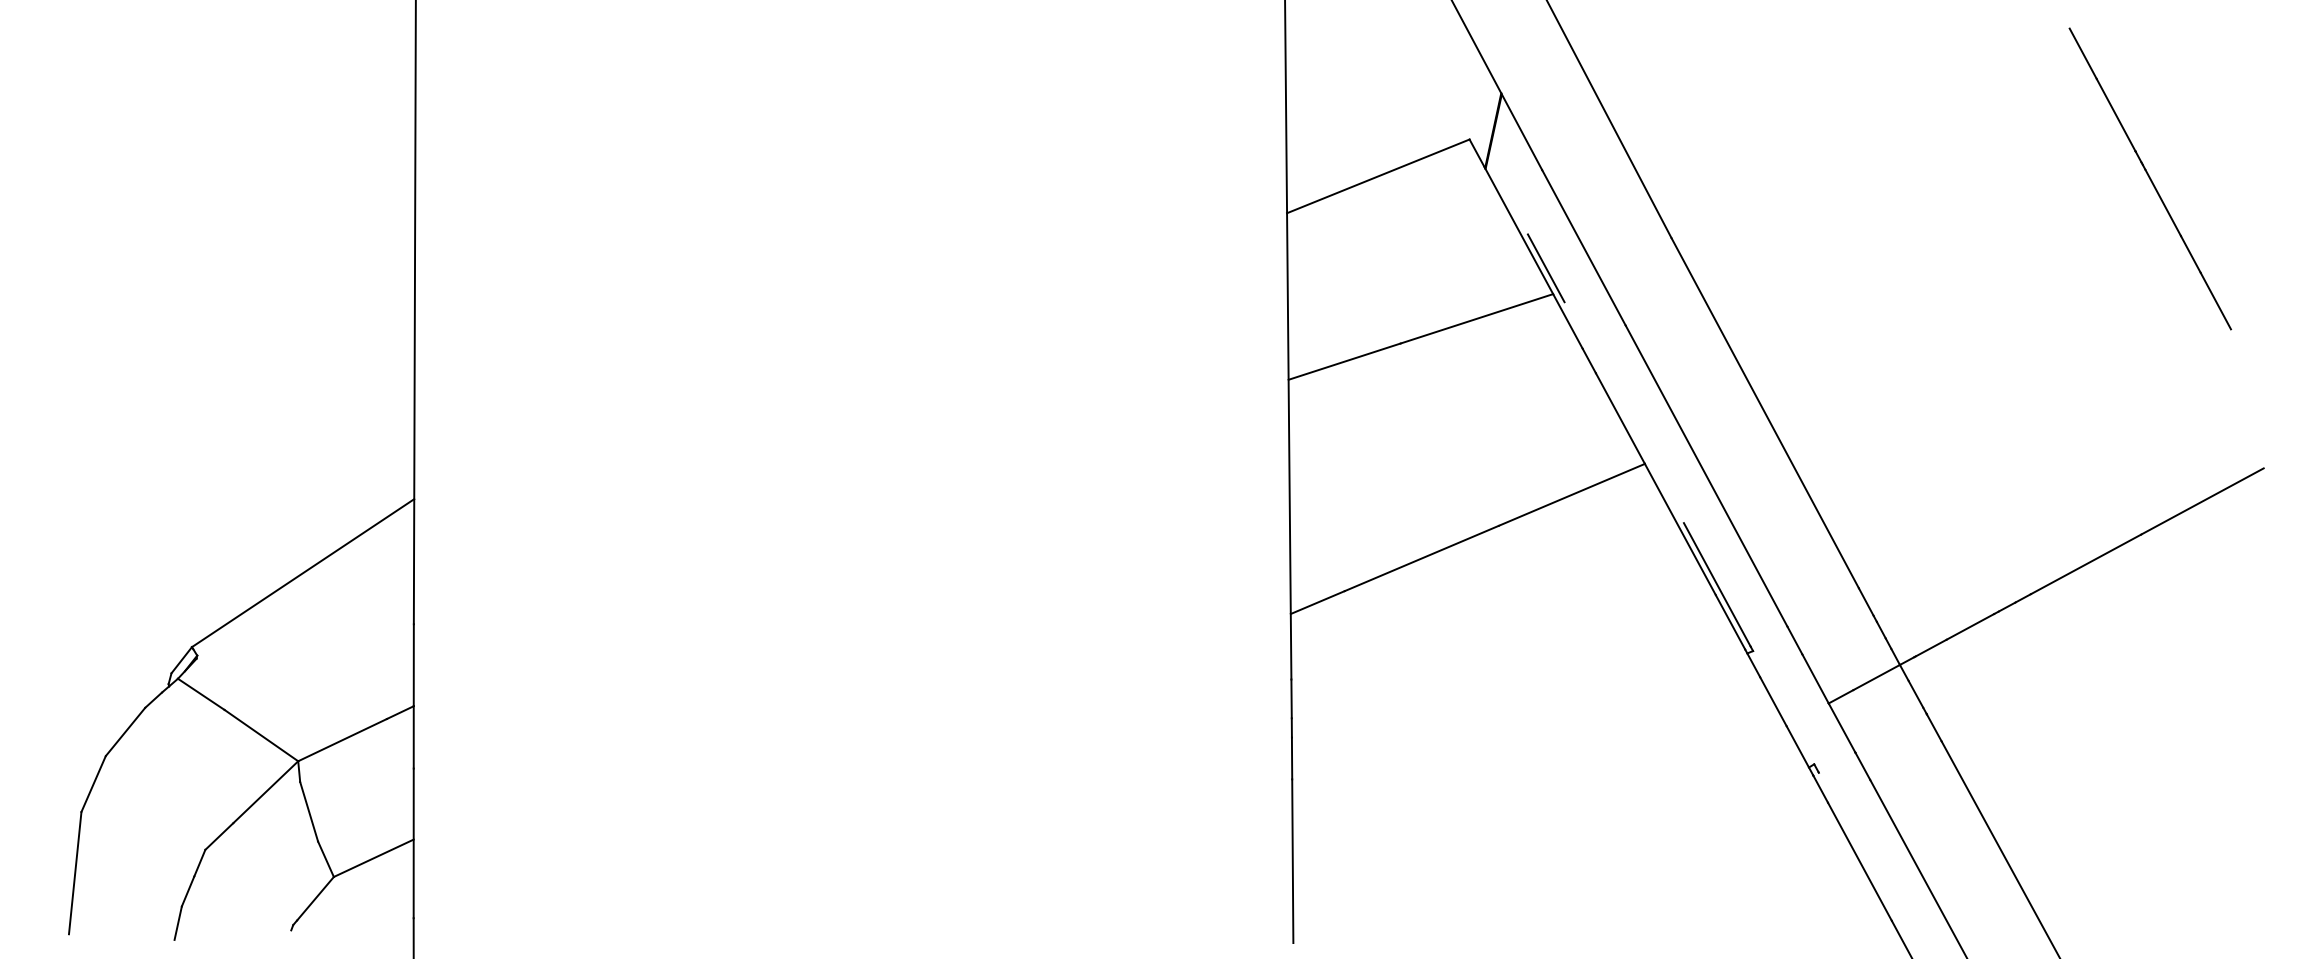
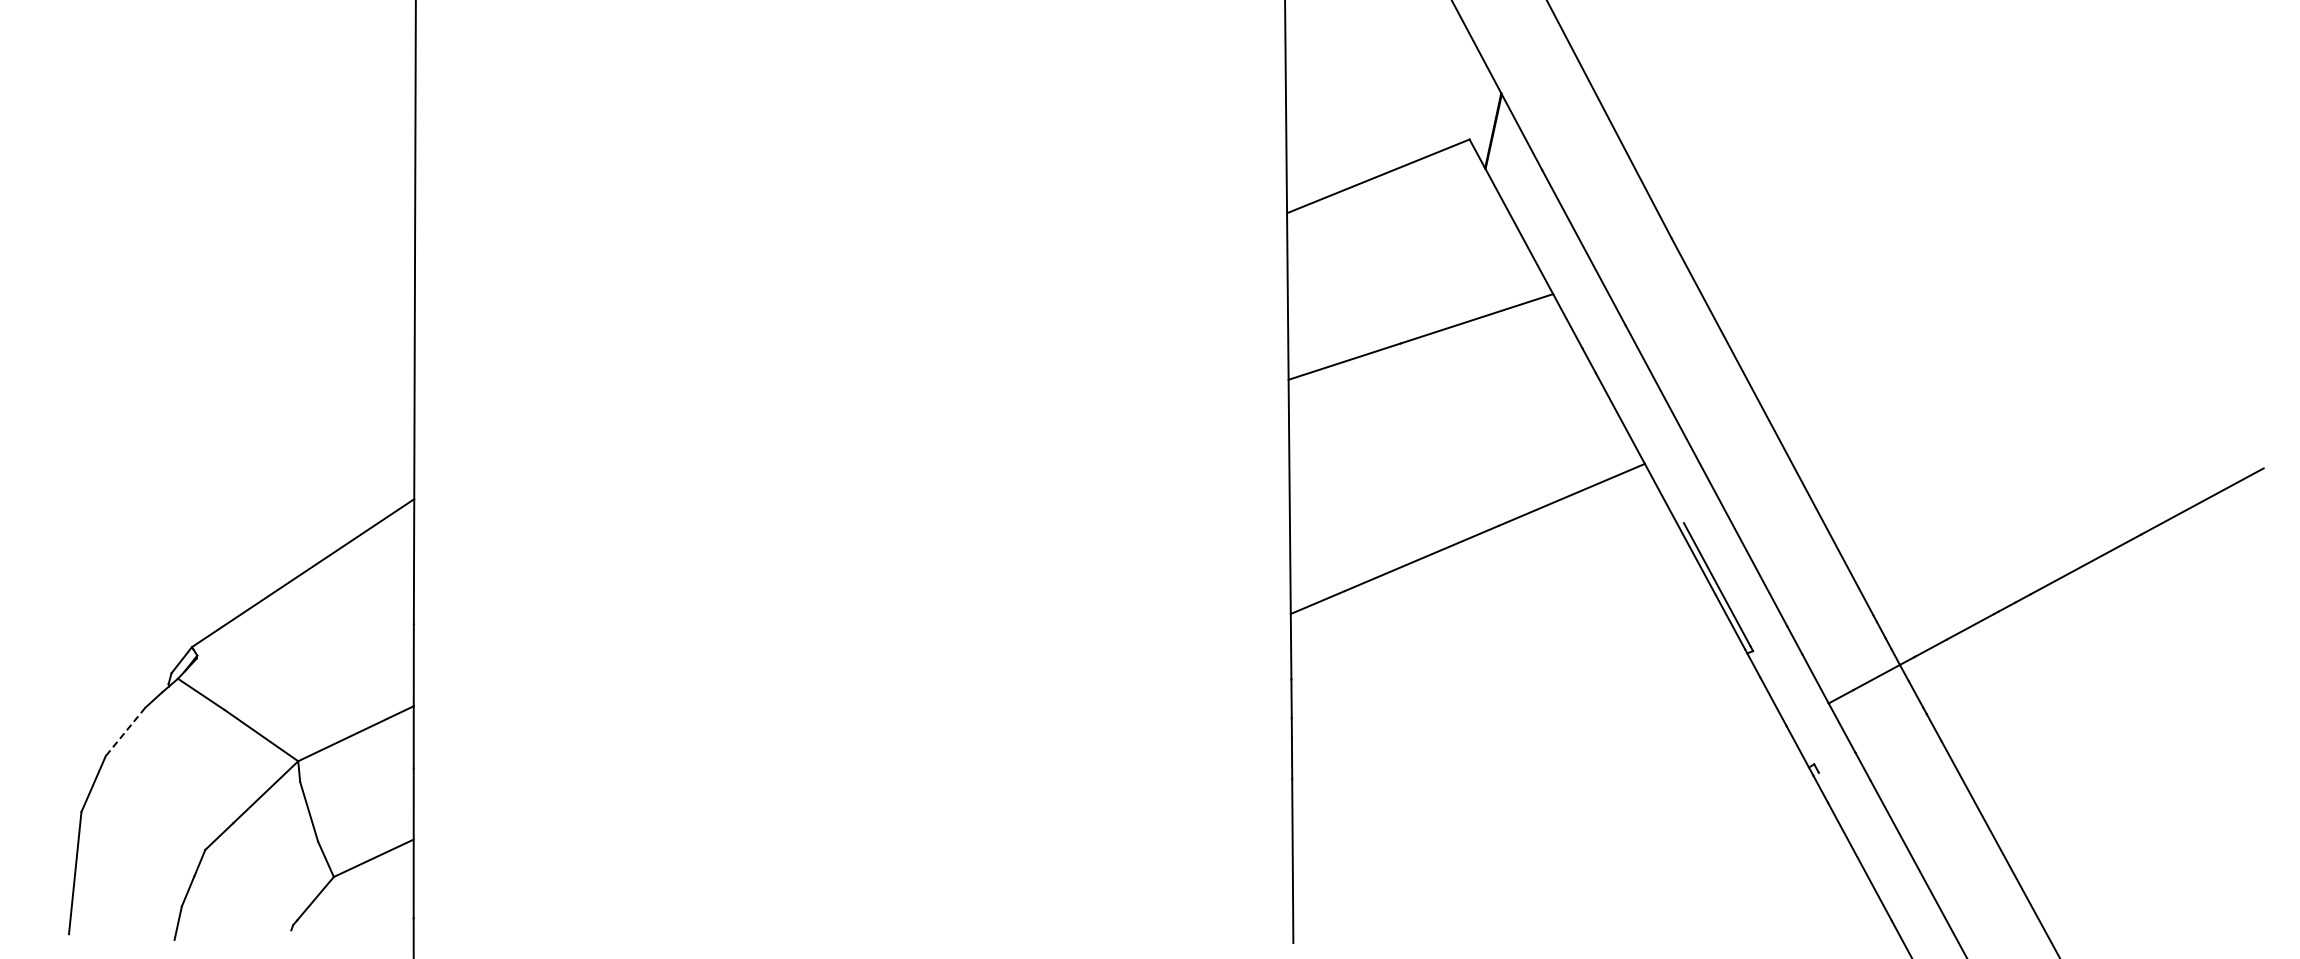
line at (2149, 178): present -> none
line at (1545, 268): present -> none
line at (125, 732): solid -> dashed
